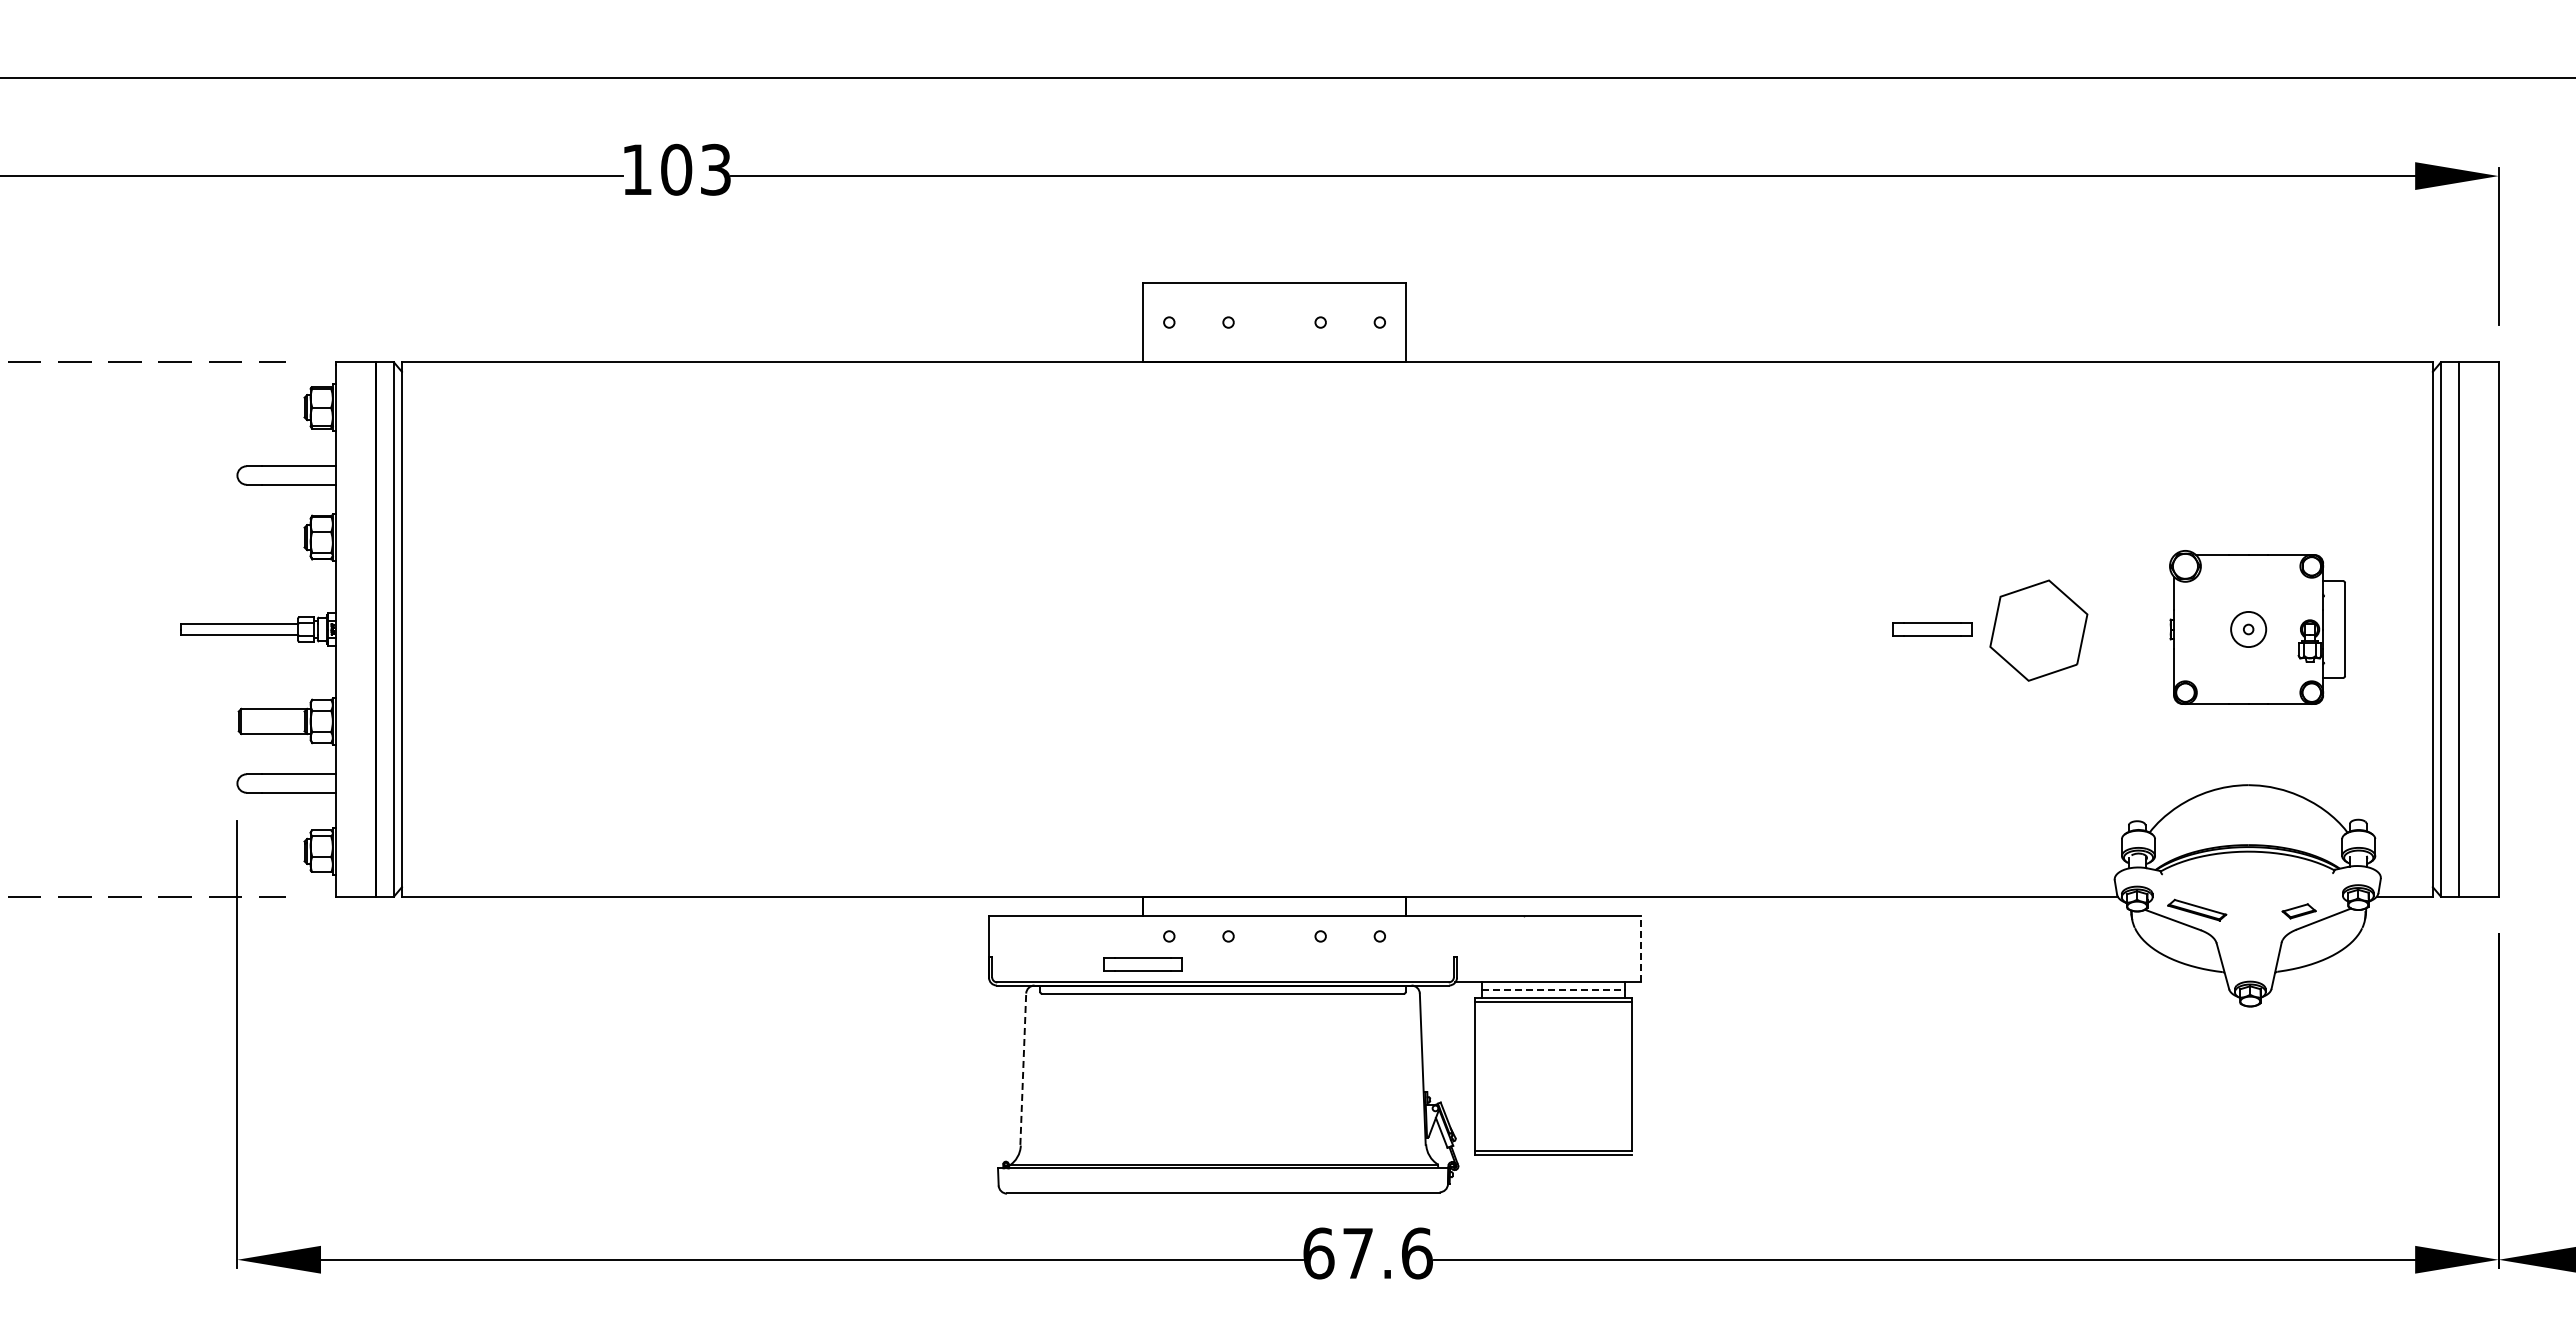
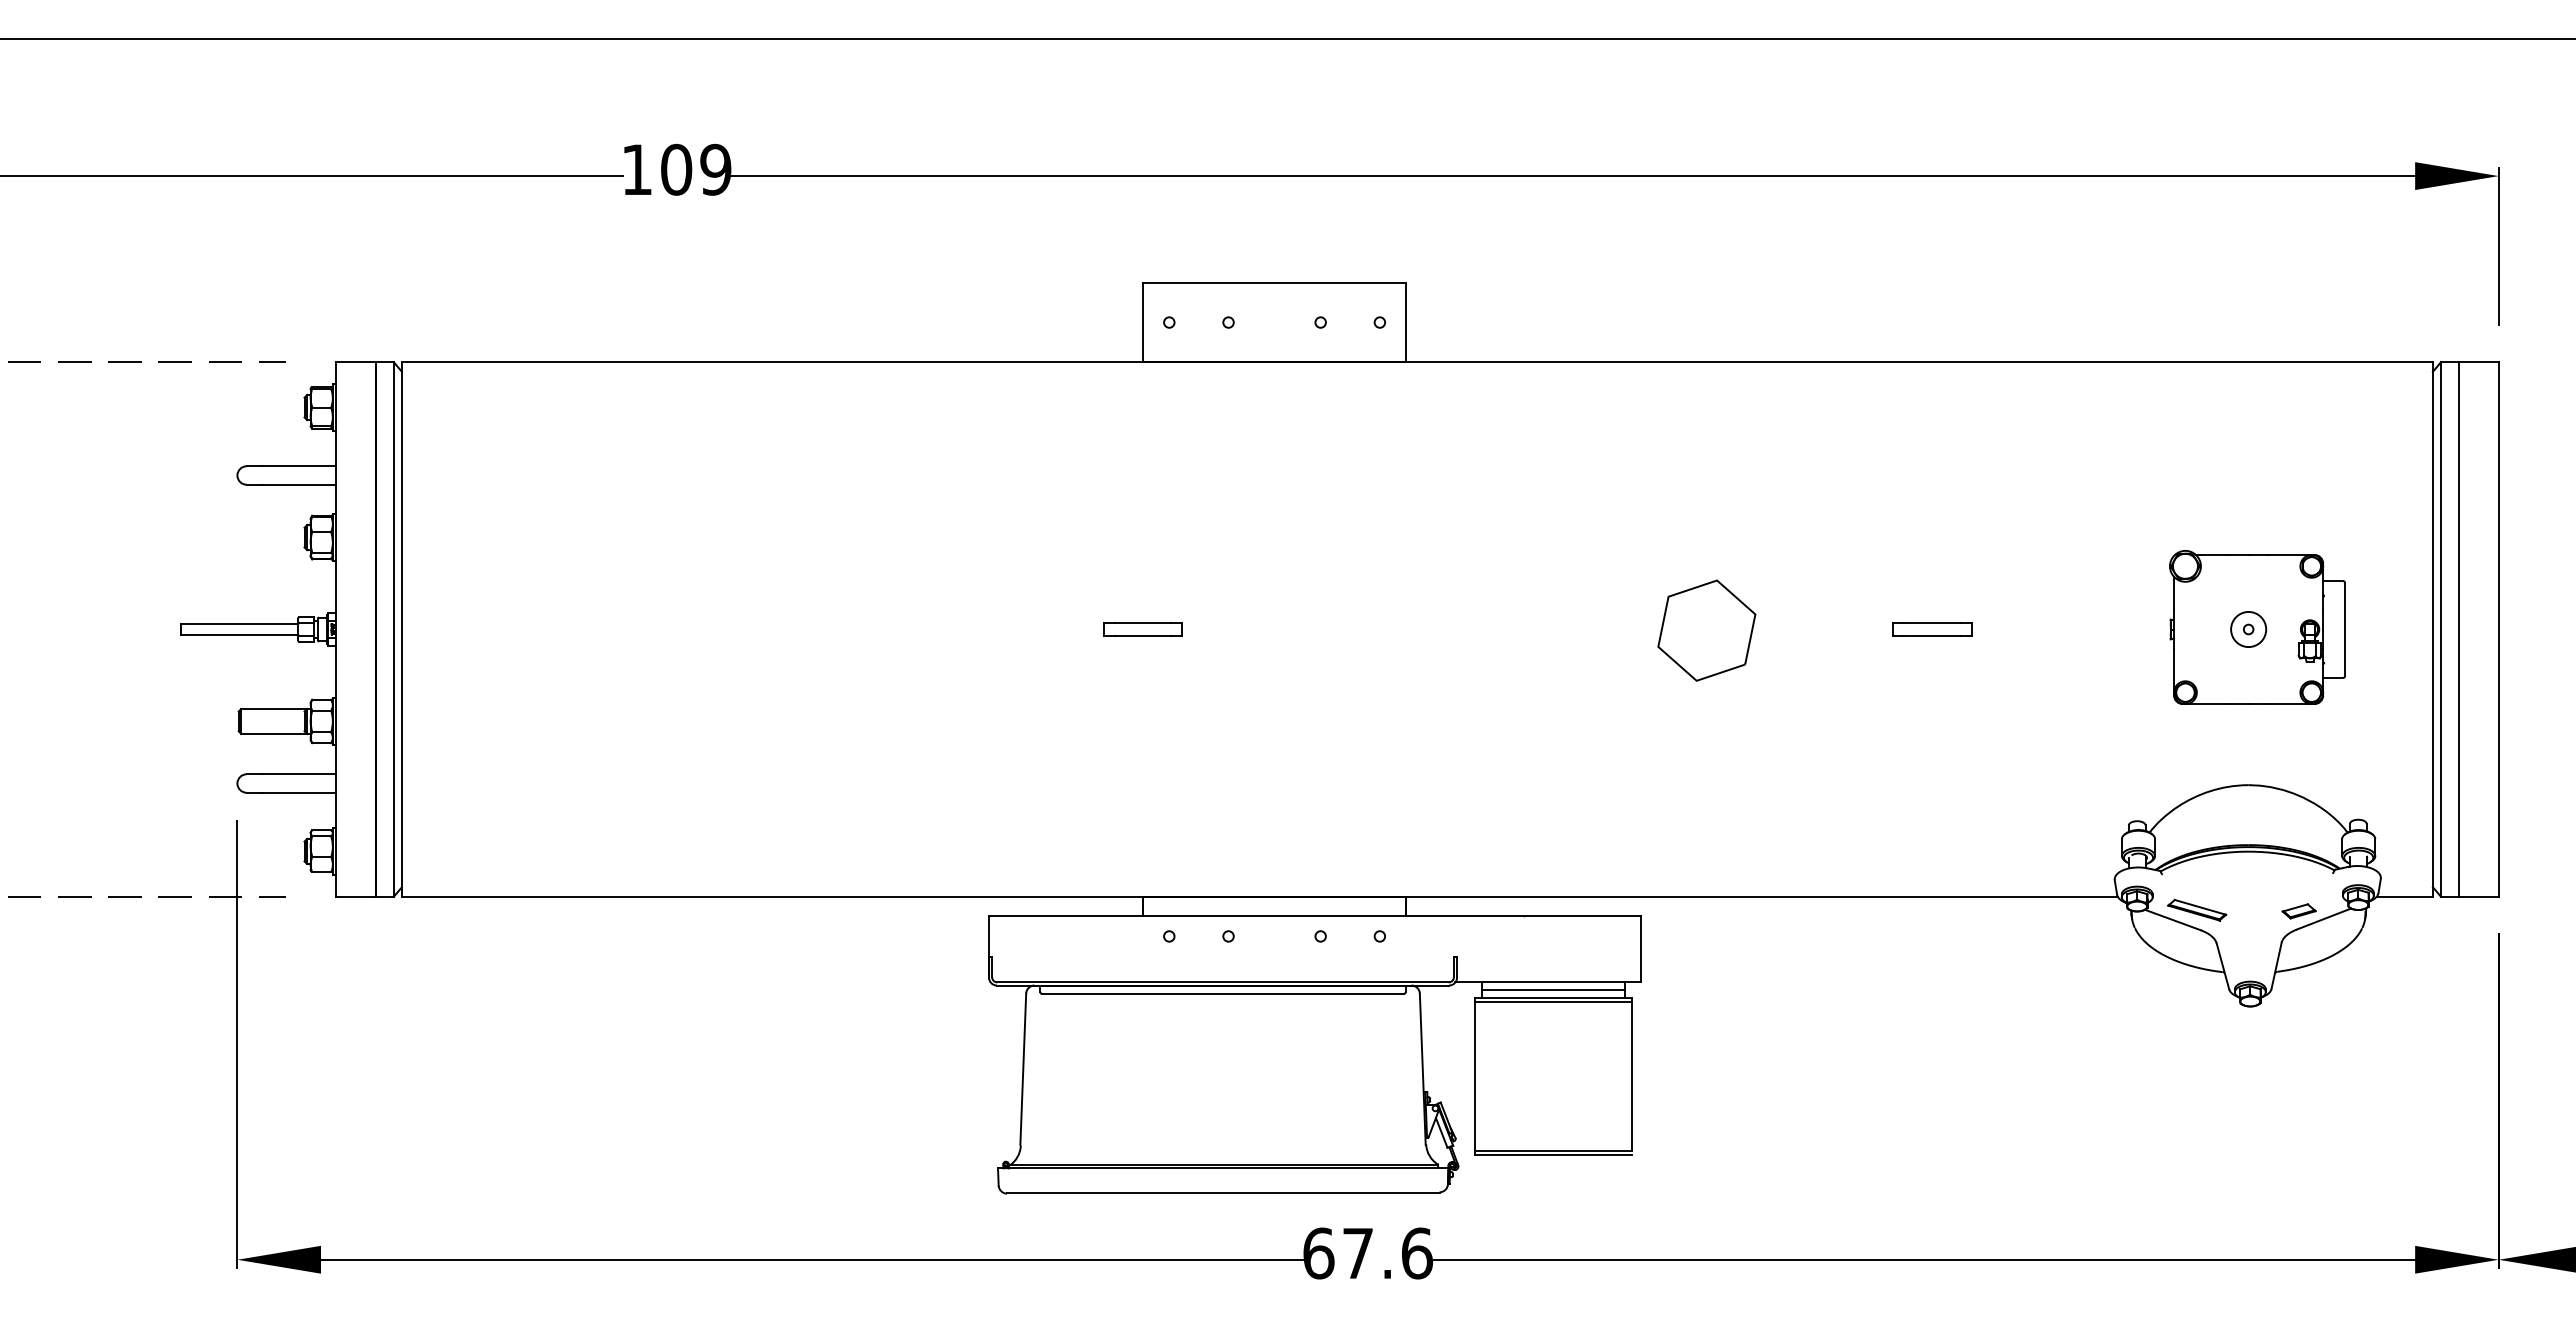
line at (1287, 78) position: (1287, 78) -> (1287, 39)
text at (715, 169): 103 -> 109
part at (2038, 630) position: (2038, 630) -> (1706, 630)
line at (1640, 948): dashed -> solid
part at (1142, 964) position: (1142, 964) -> (1142, 629)
line at (1554, 990): dashed -> solid
line at (1023, 1069): dashed -> solid
